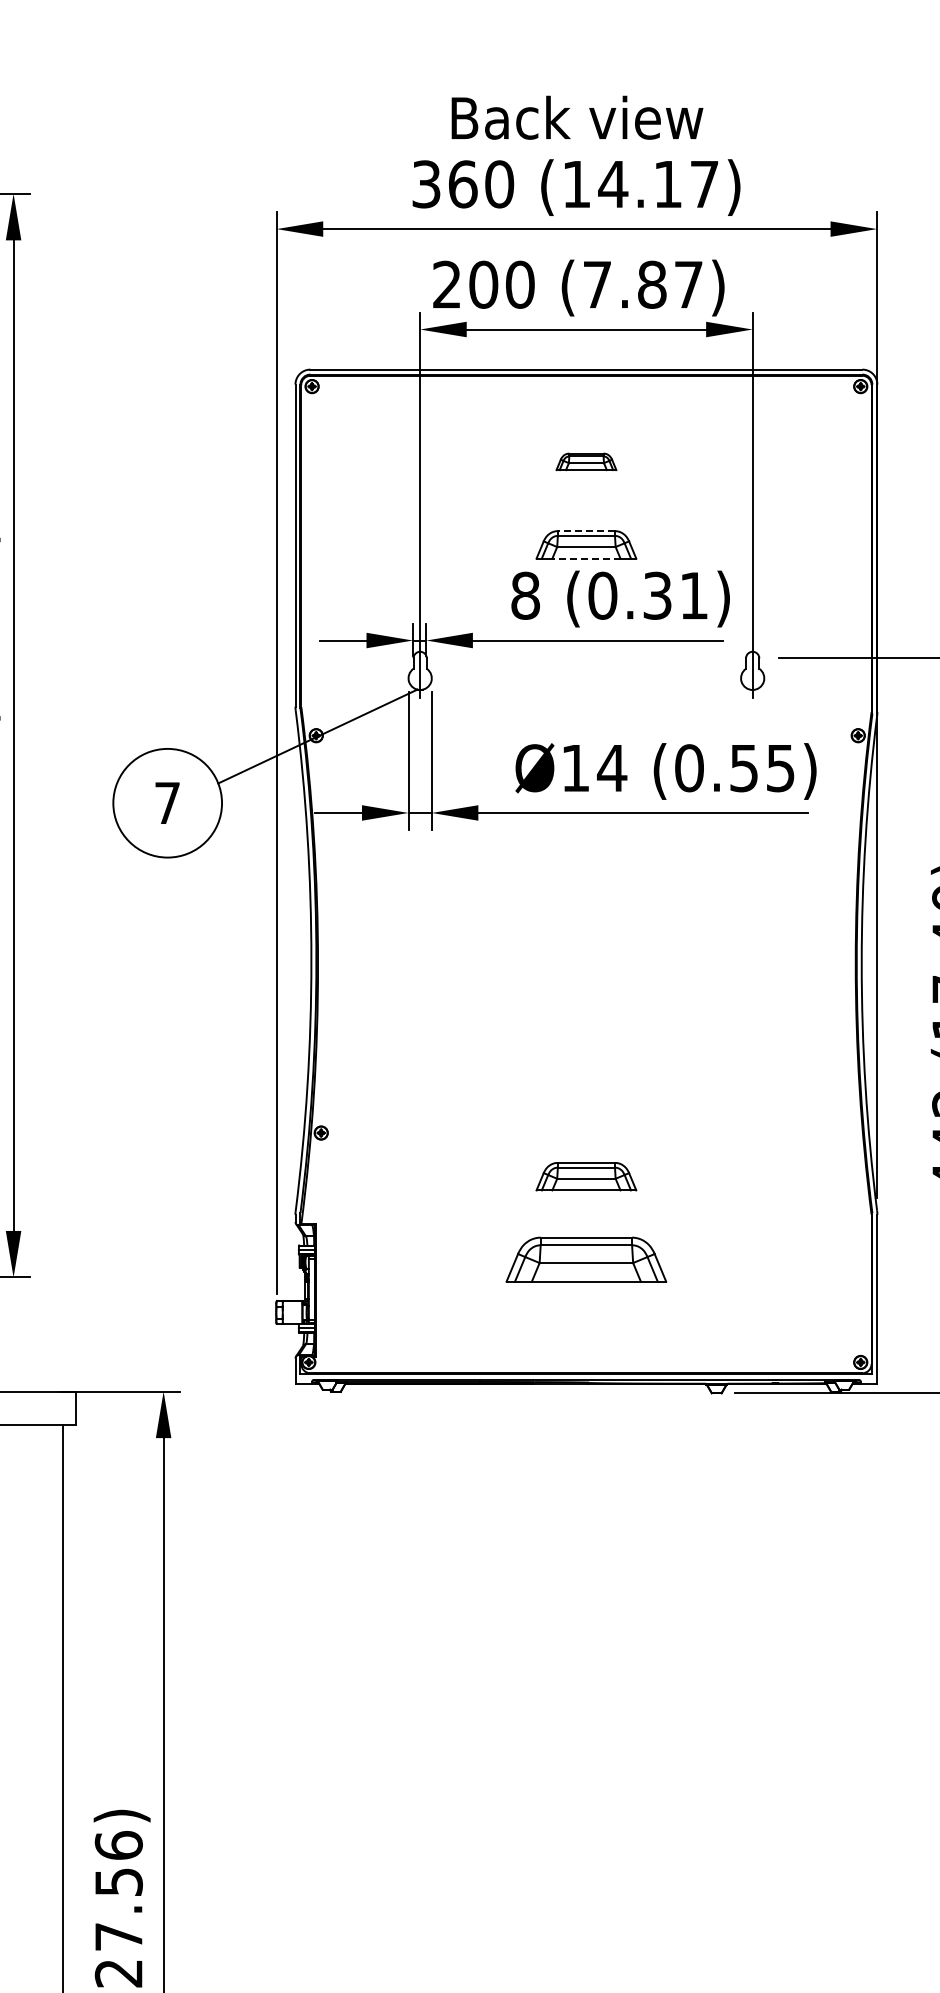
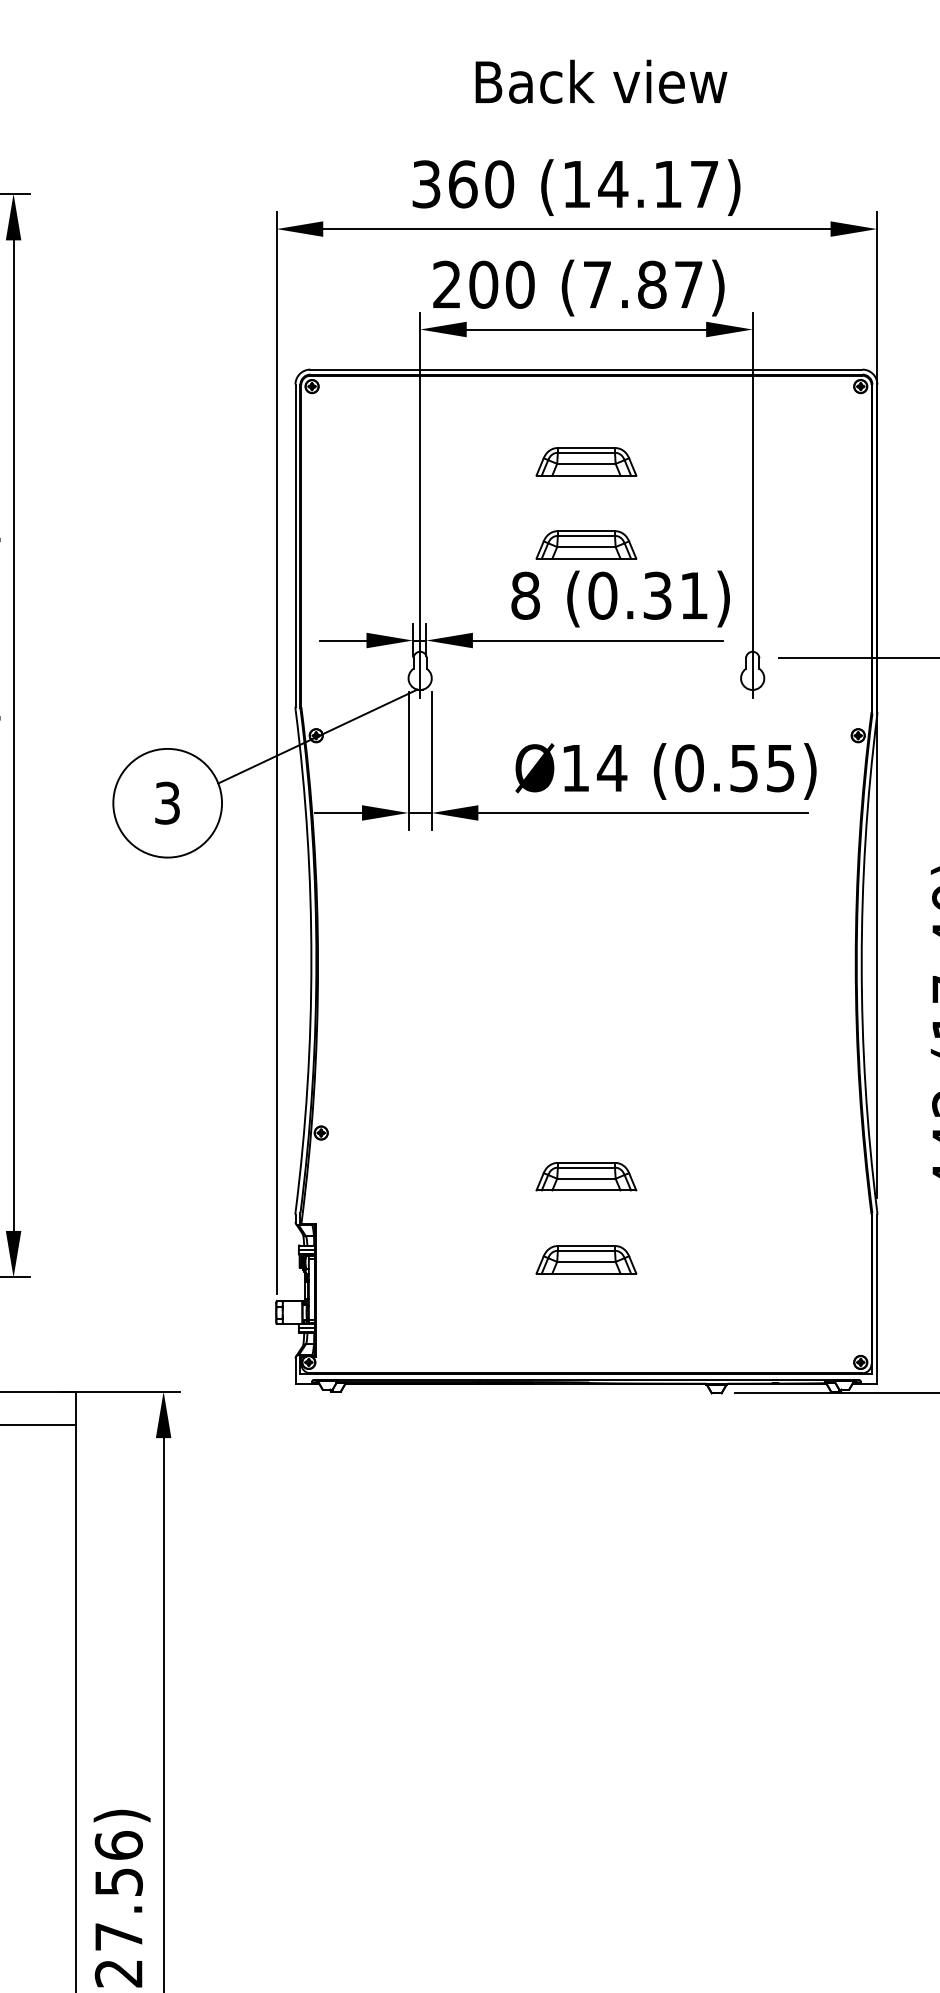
text at (577, 117) position: (577, 117) -> (601, 81)
part at (586, 461) size: 63x20 px -> 103x30 px
line at (586, 531): dashed -> solid
line at (585, 558): dashed -> solid
text at (167, 802): 7 -> 3
part at (586, 1259) size: 163x47 px -> 103x30 px
line at (62, 1706) position: (62, 1706) -> (75, 1706)
